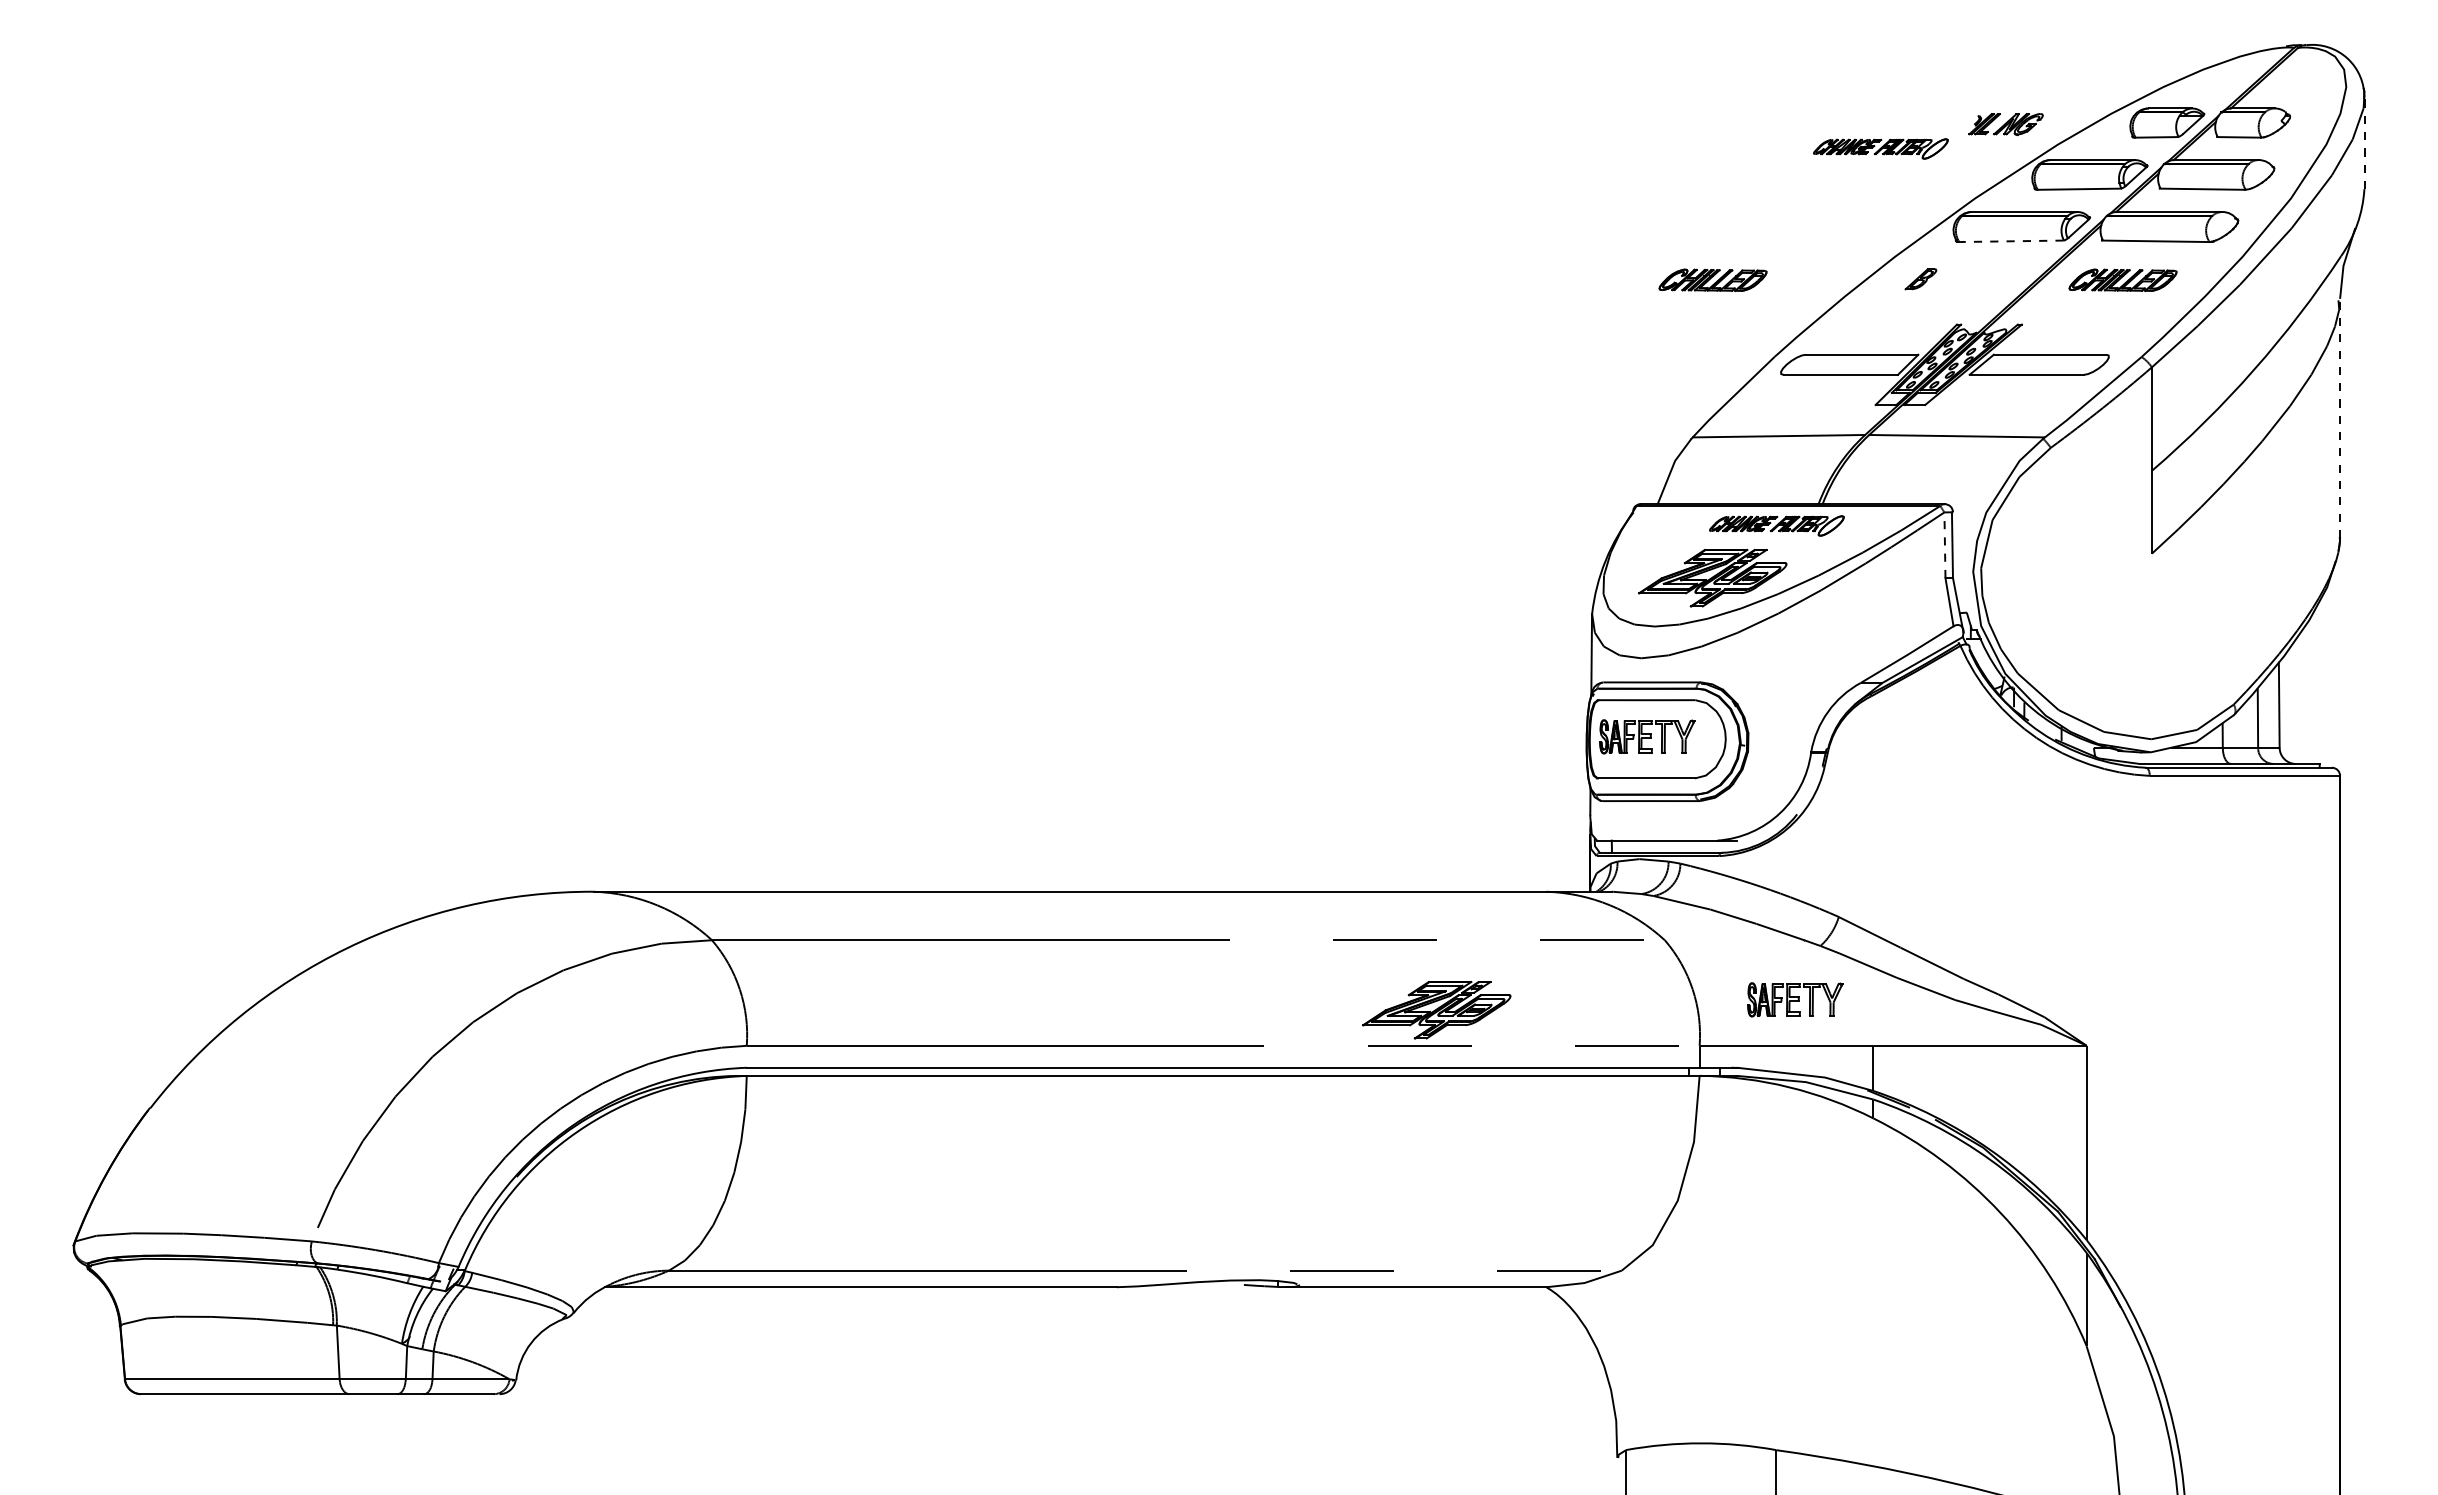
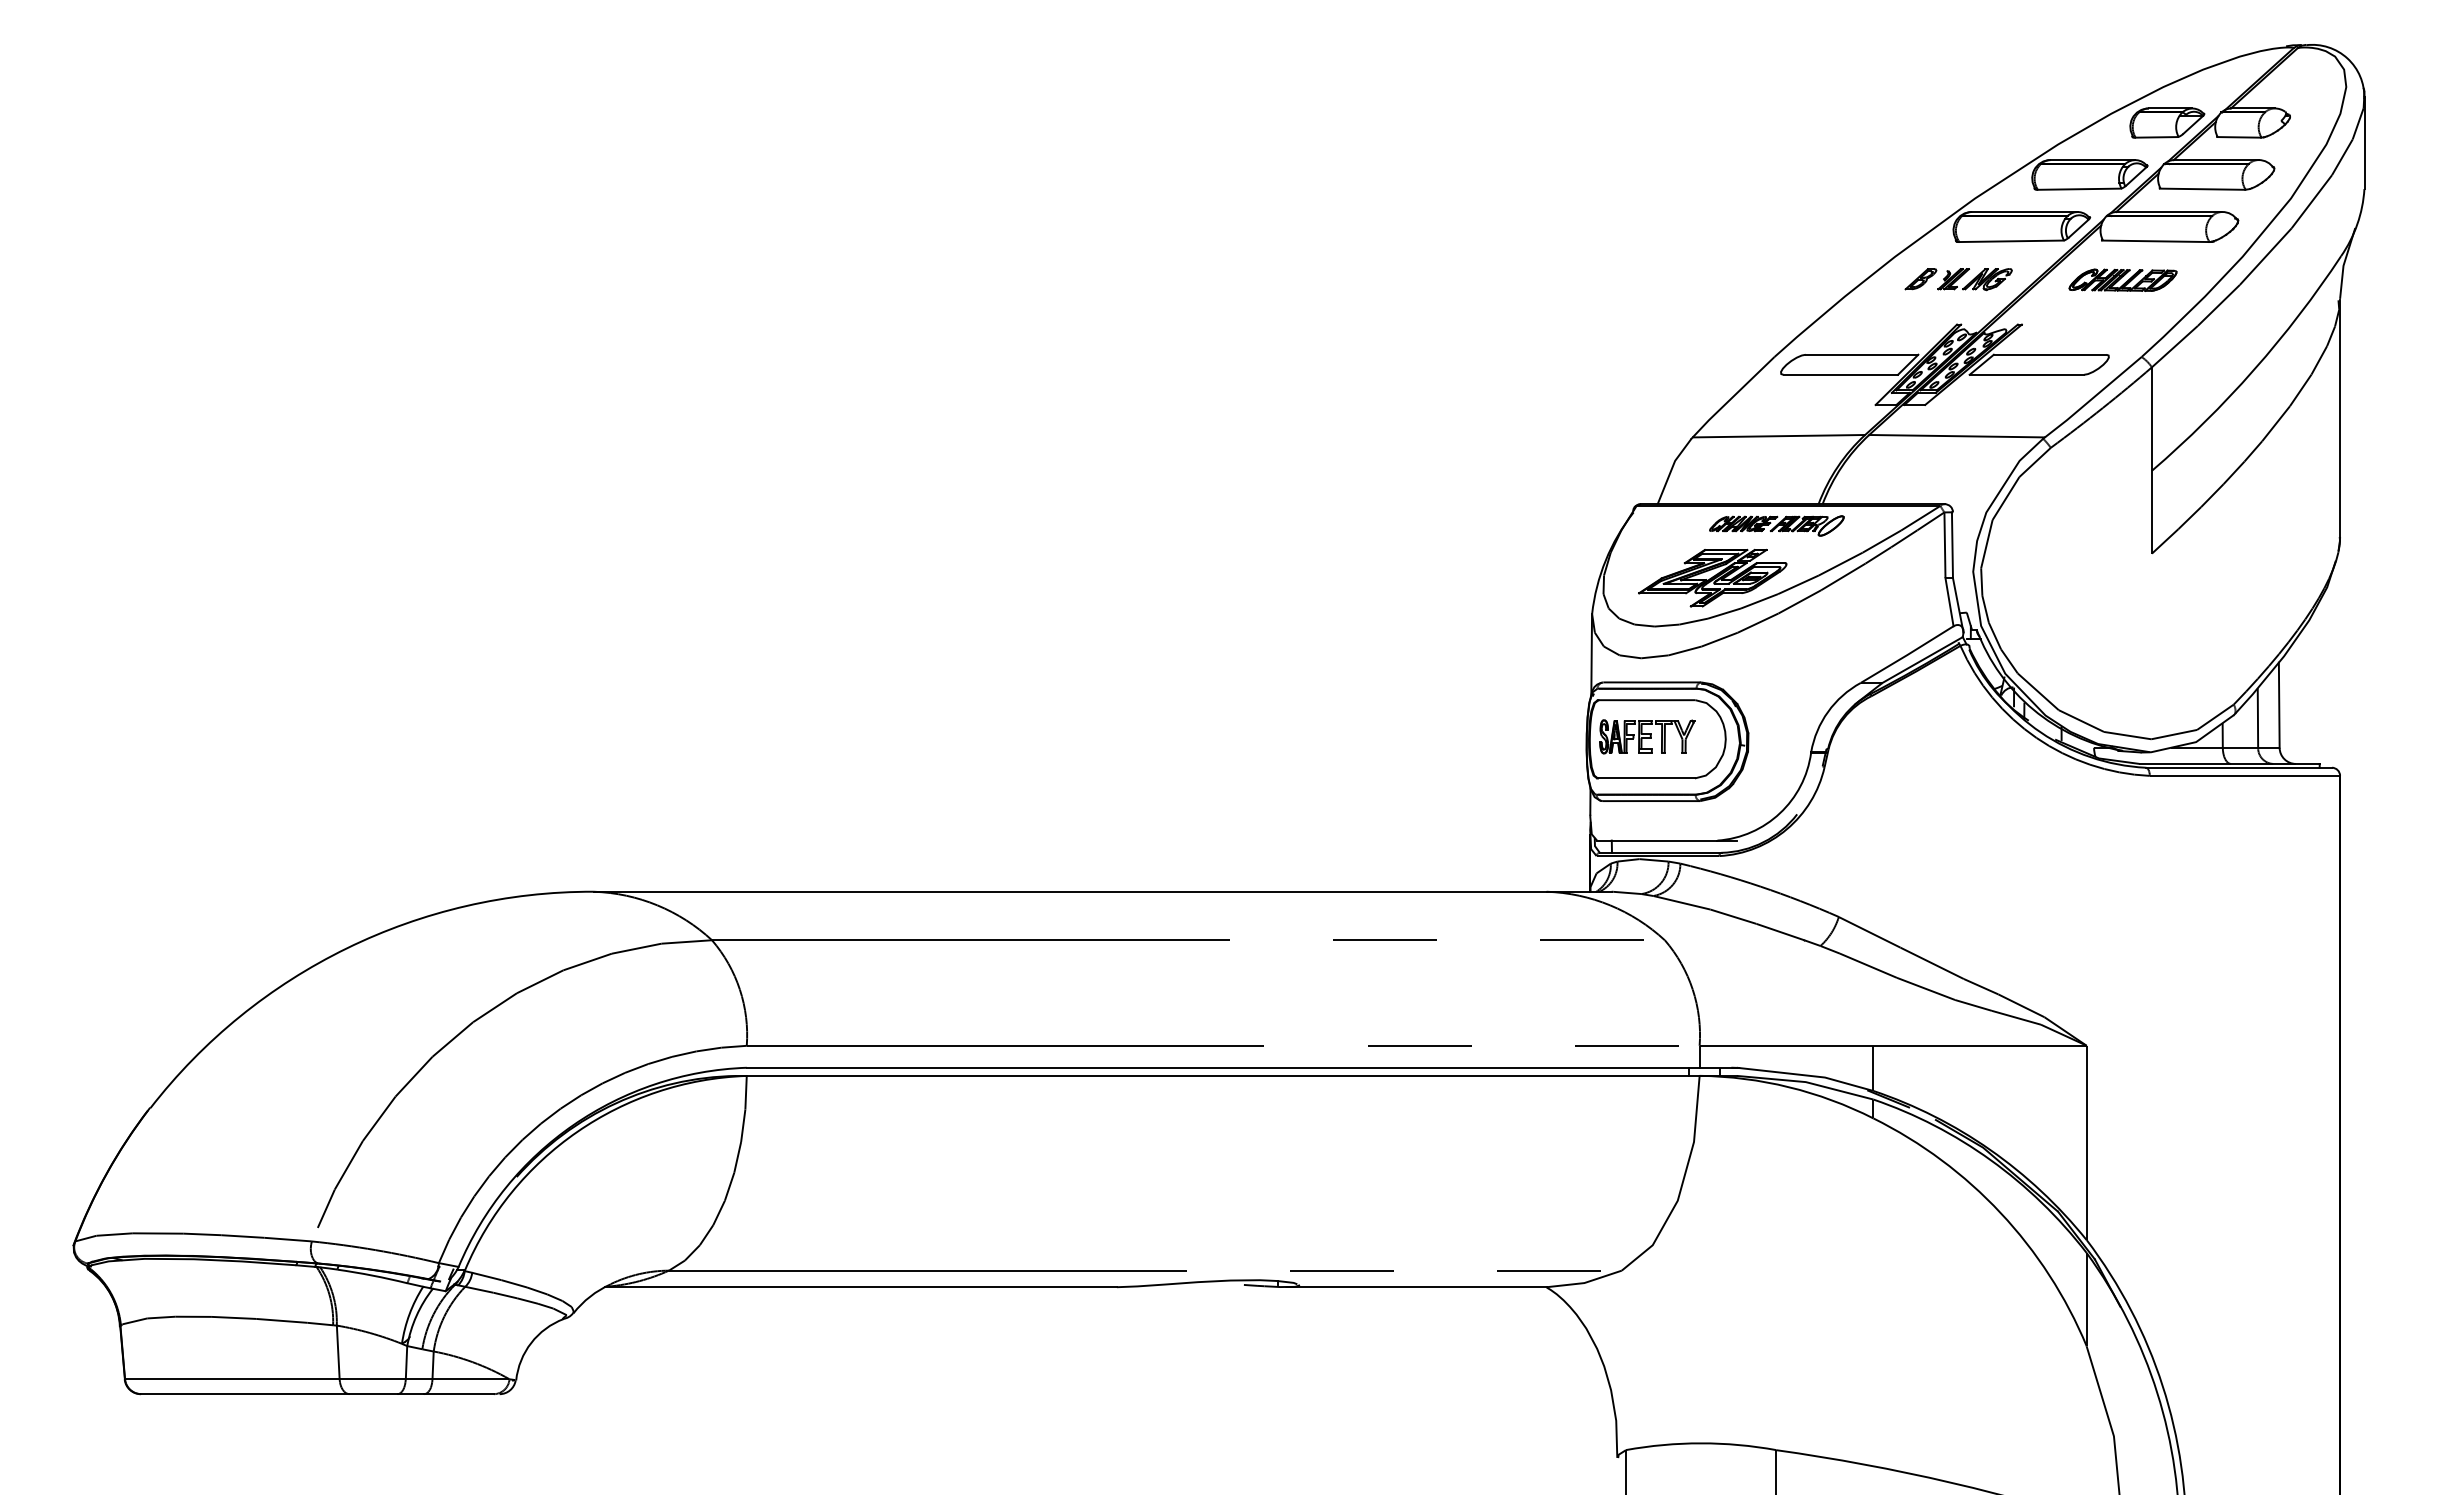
part at (2005, 124) position: (2005, 124) -> (1974, 279)
line at (2364, 142): dashed -> solid
part at (1880, 148): present -> none
line at (2010, 241): dashed -> solid
part at (1712, 279): present -> none
line at (2340, 419): dashed -> solid
line at (1944, 545): dashed -> solid
part at (1795, 999): present -> none
part at (1436, 1009): present -> none
